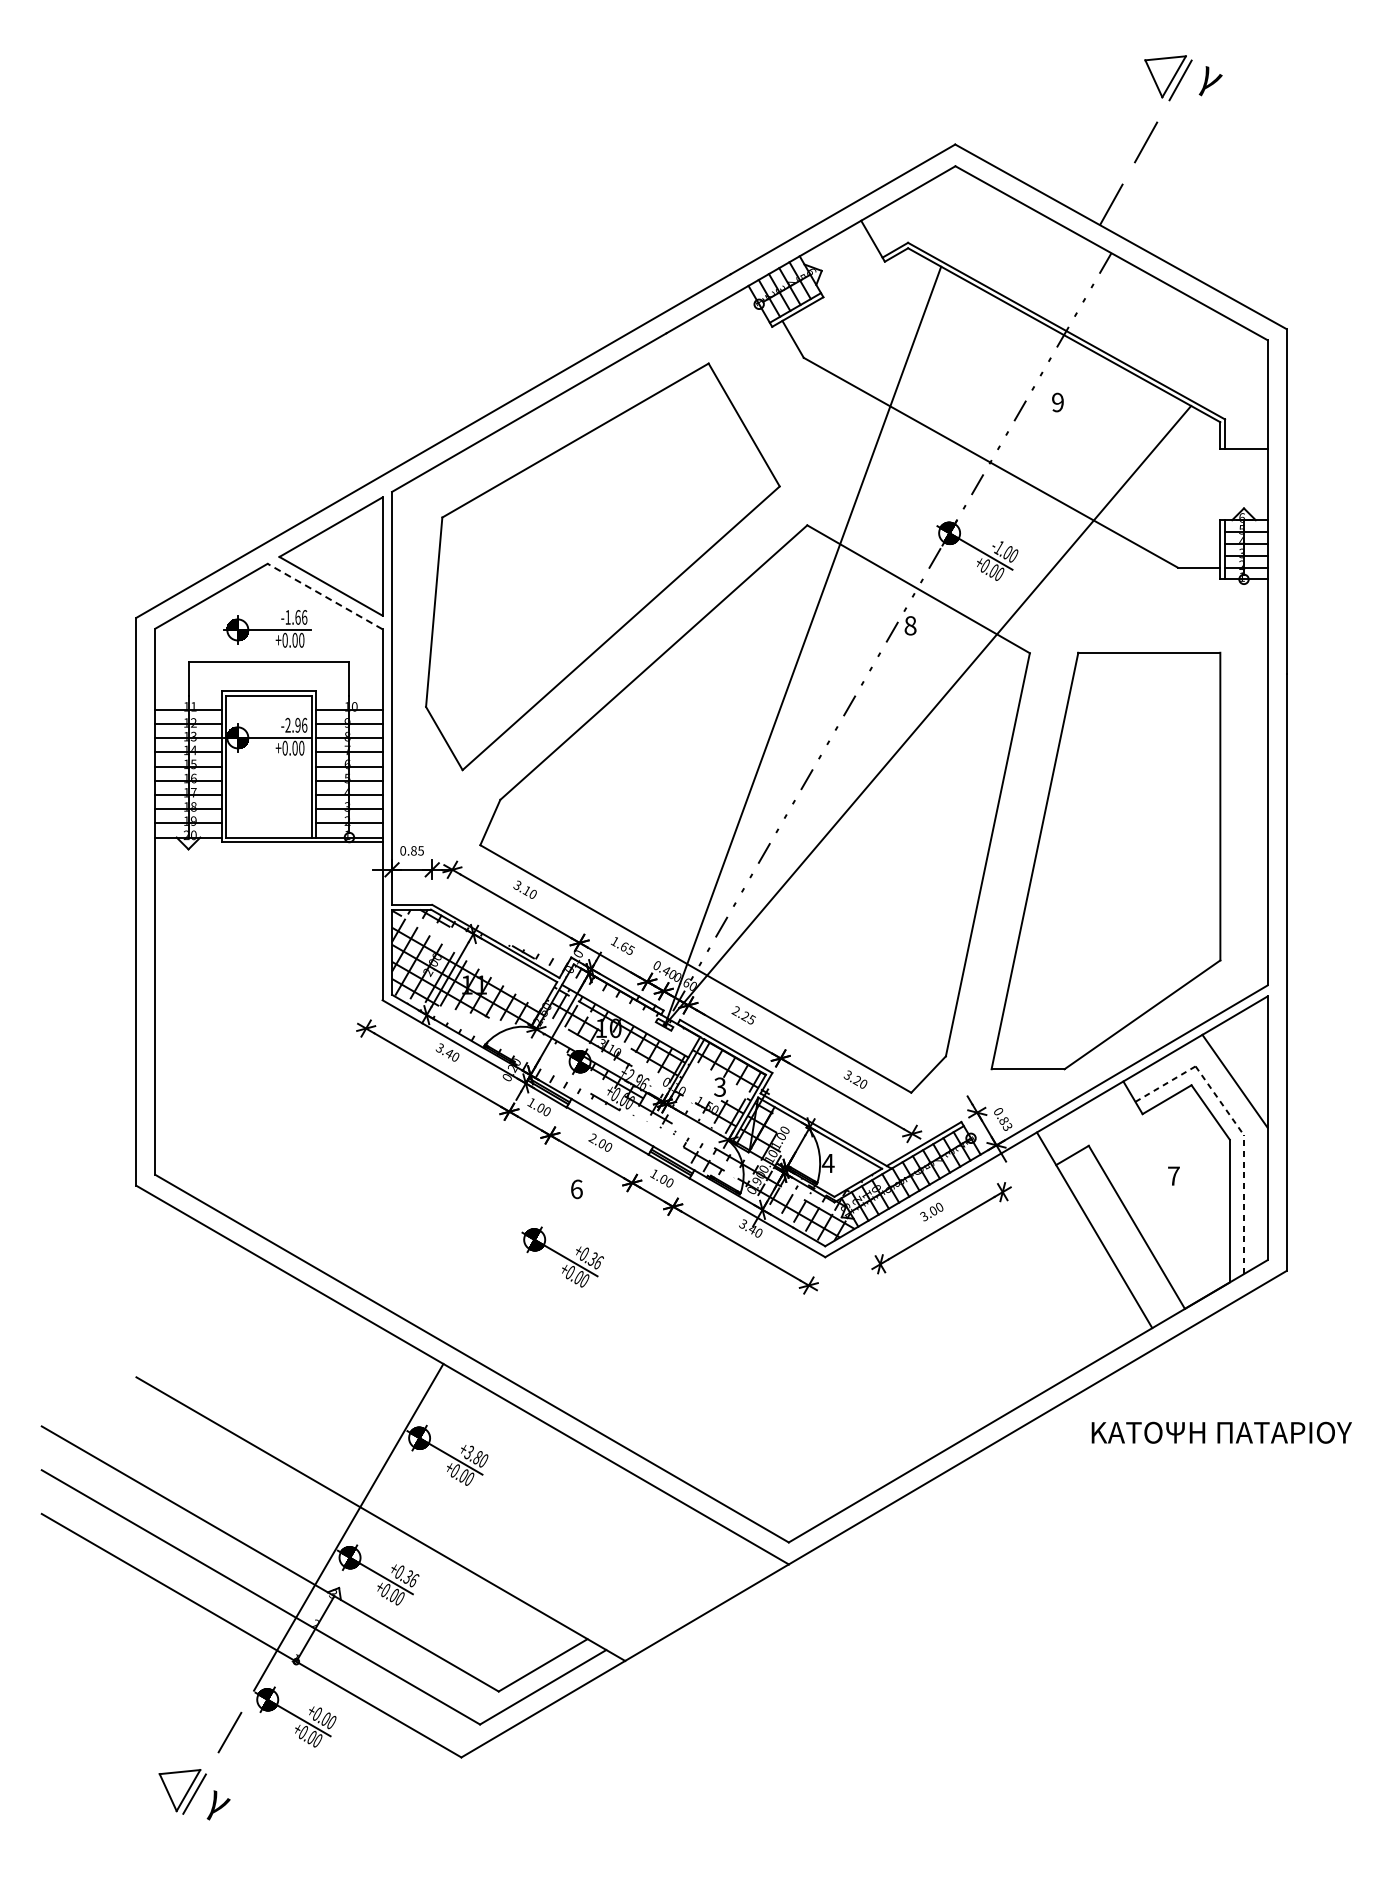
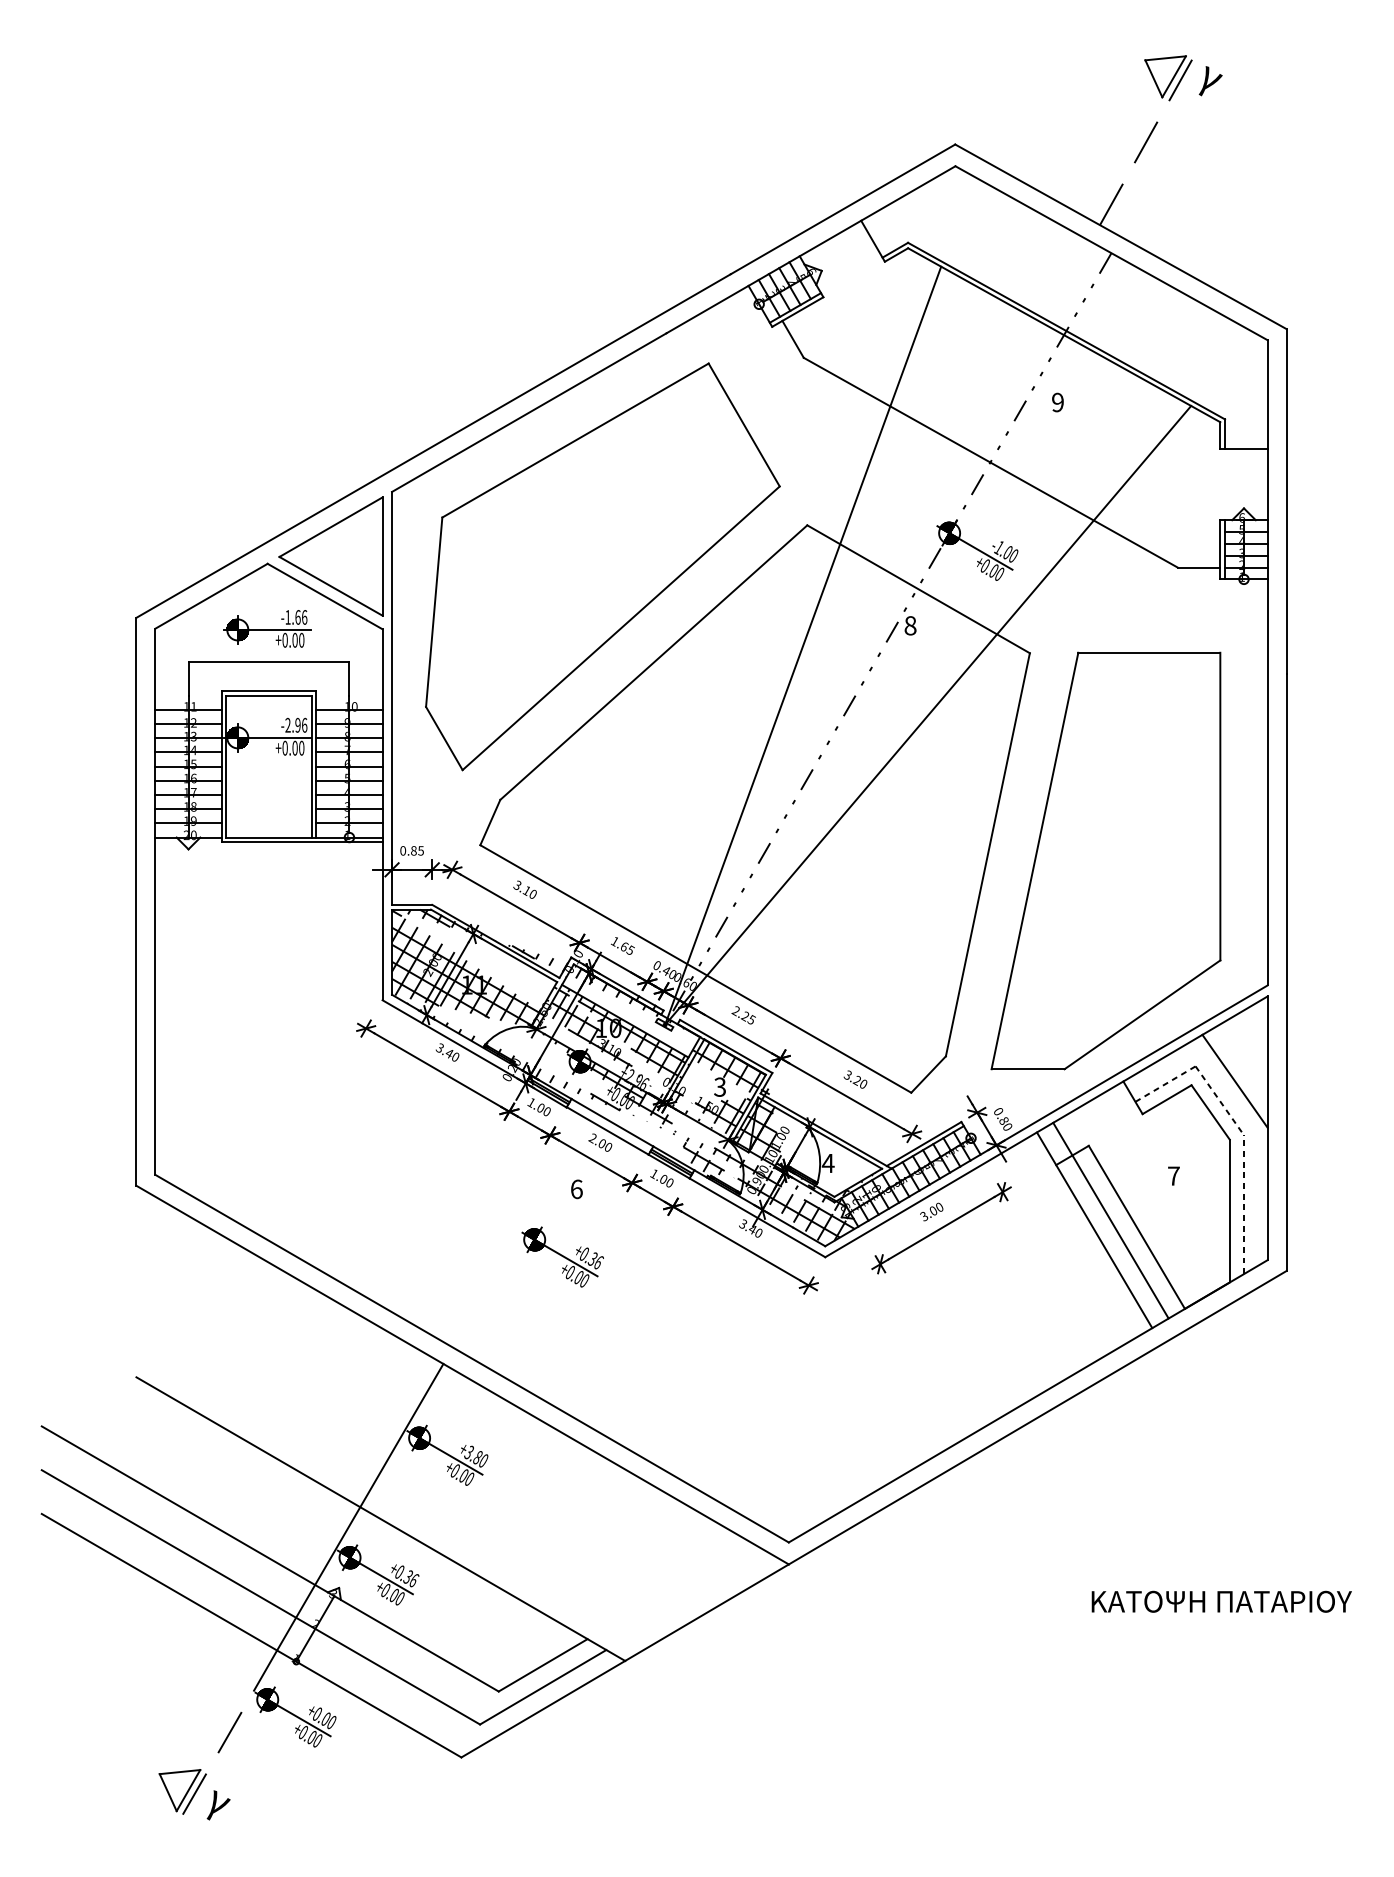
line at (324, 596): dashed -> solid
text at (1006, 1126): 0.83 -> 0.80
line at (1110, 1220): none -> present
text at (1221, 1432) position: (1221, 1432) -> (1221, 1601)
